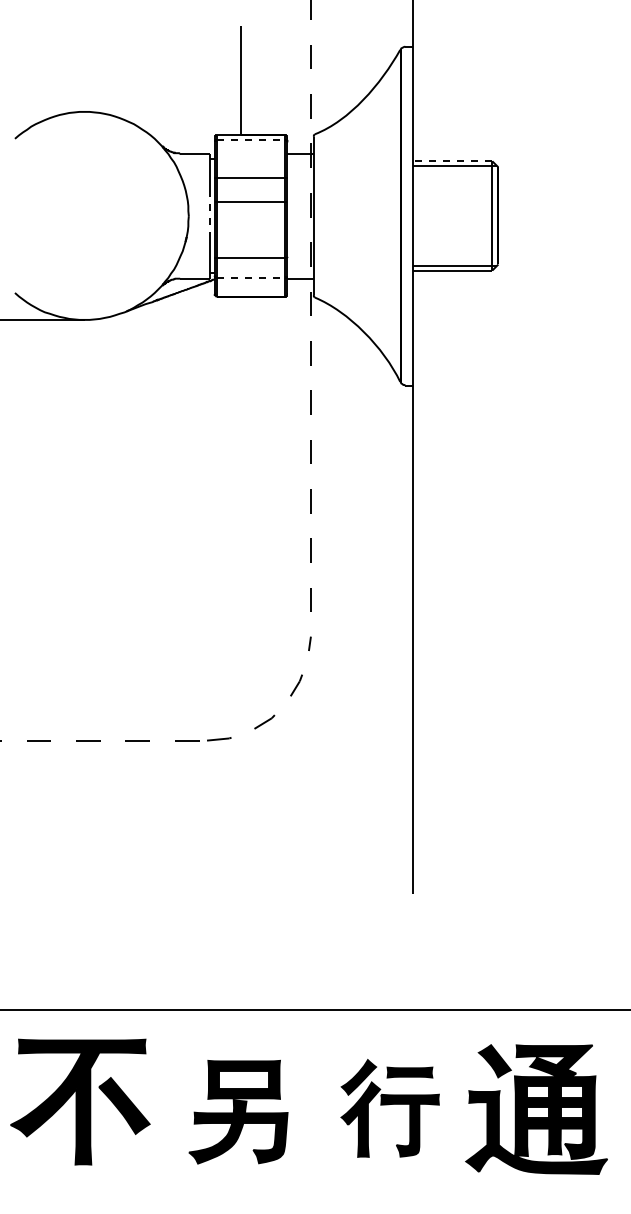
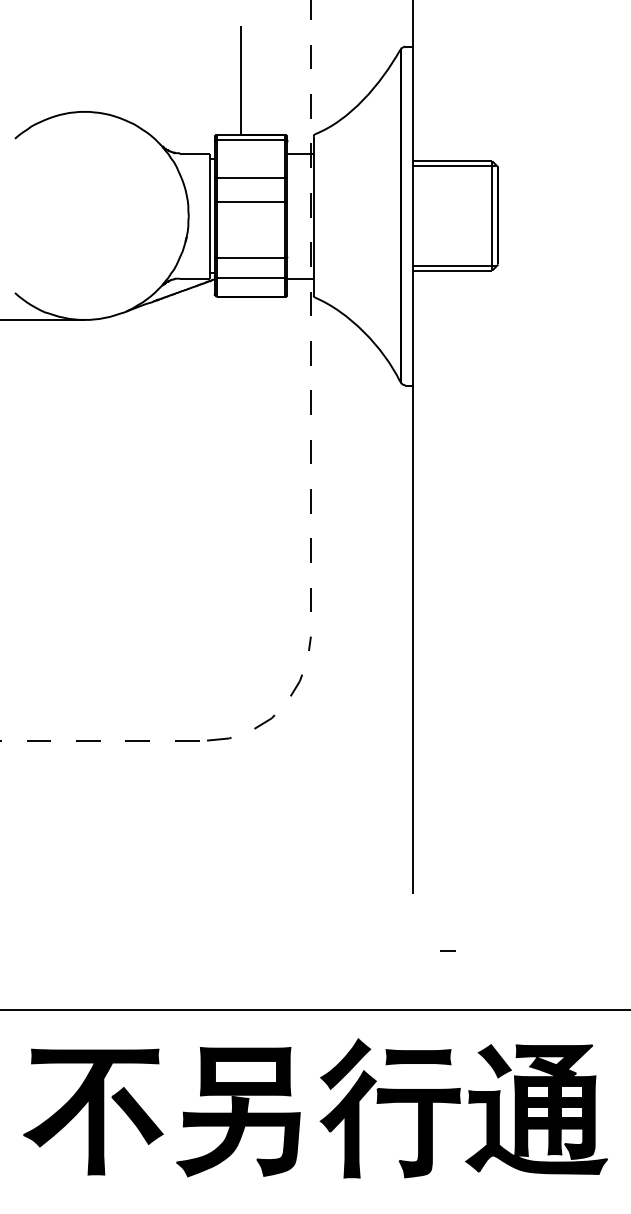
line at (251, 139): dashed -> solid
line at (452, 161): dashed -> solid
line at (209, 215): dashed -> solid
line at (251, 277): dashed -> solid
line at (447, 950): none -> present
part at (80, 1101) position: (80, 1101) -> (93, 1111)
part at (389, 1108) size: 100x99 px -> 142x141 px
part at (238, 1111) size: 101x106 px -> 125x131 px
